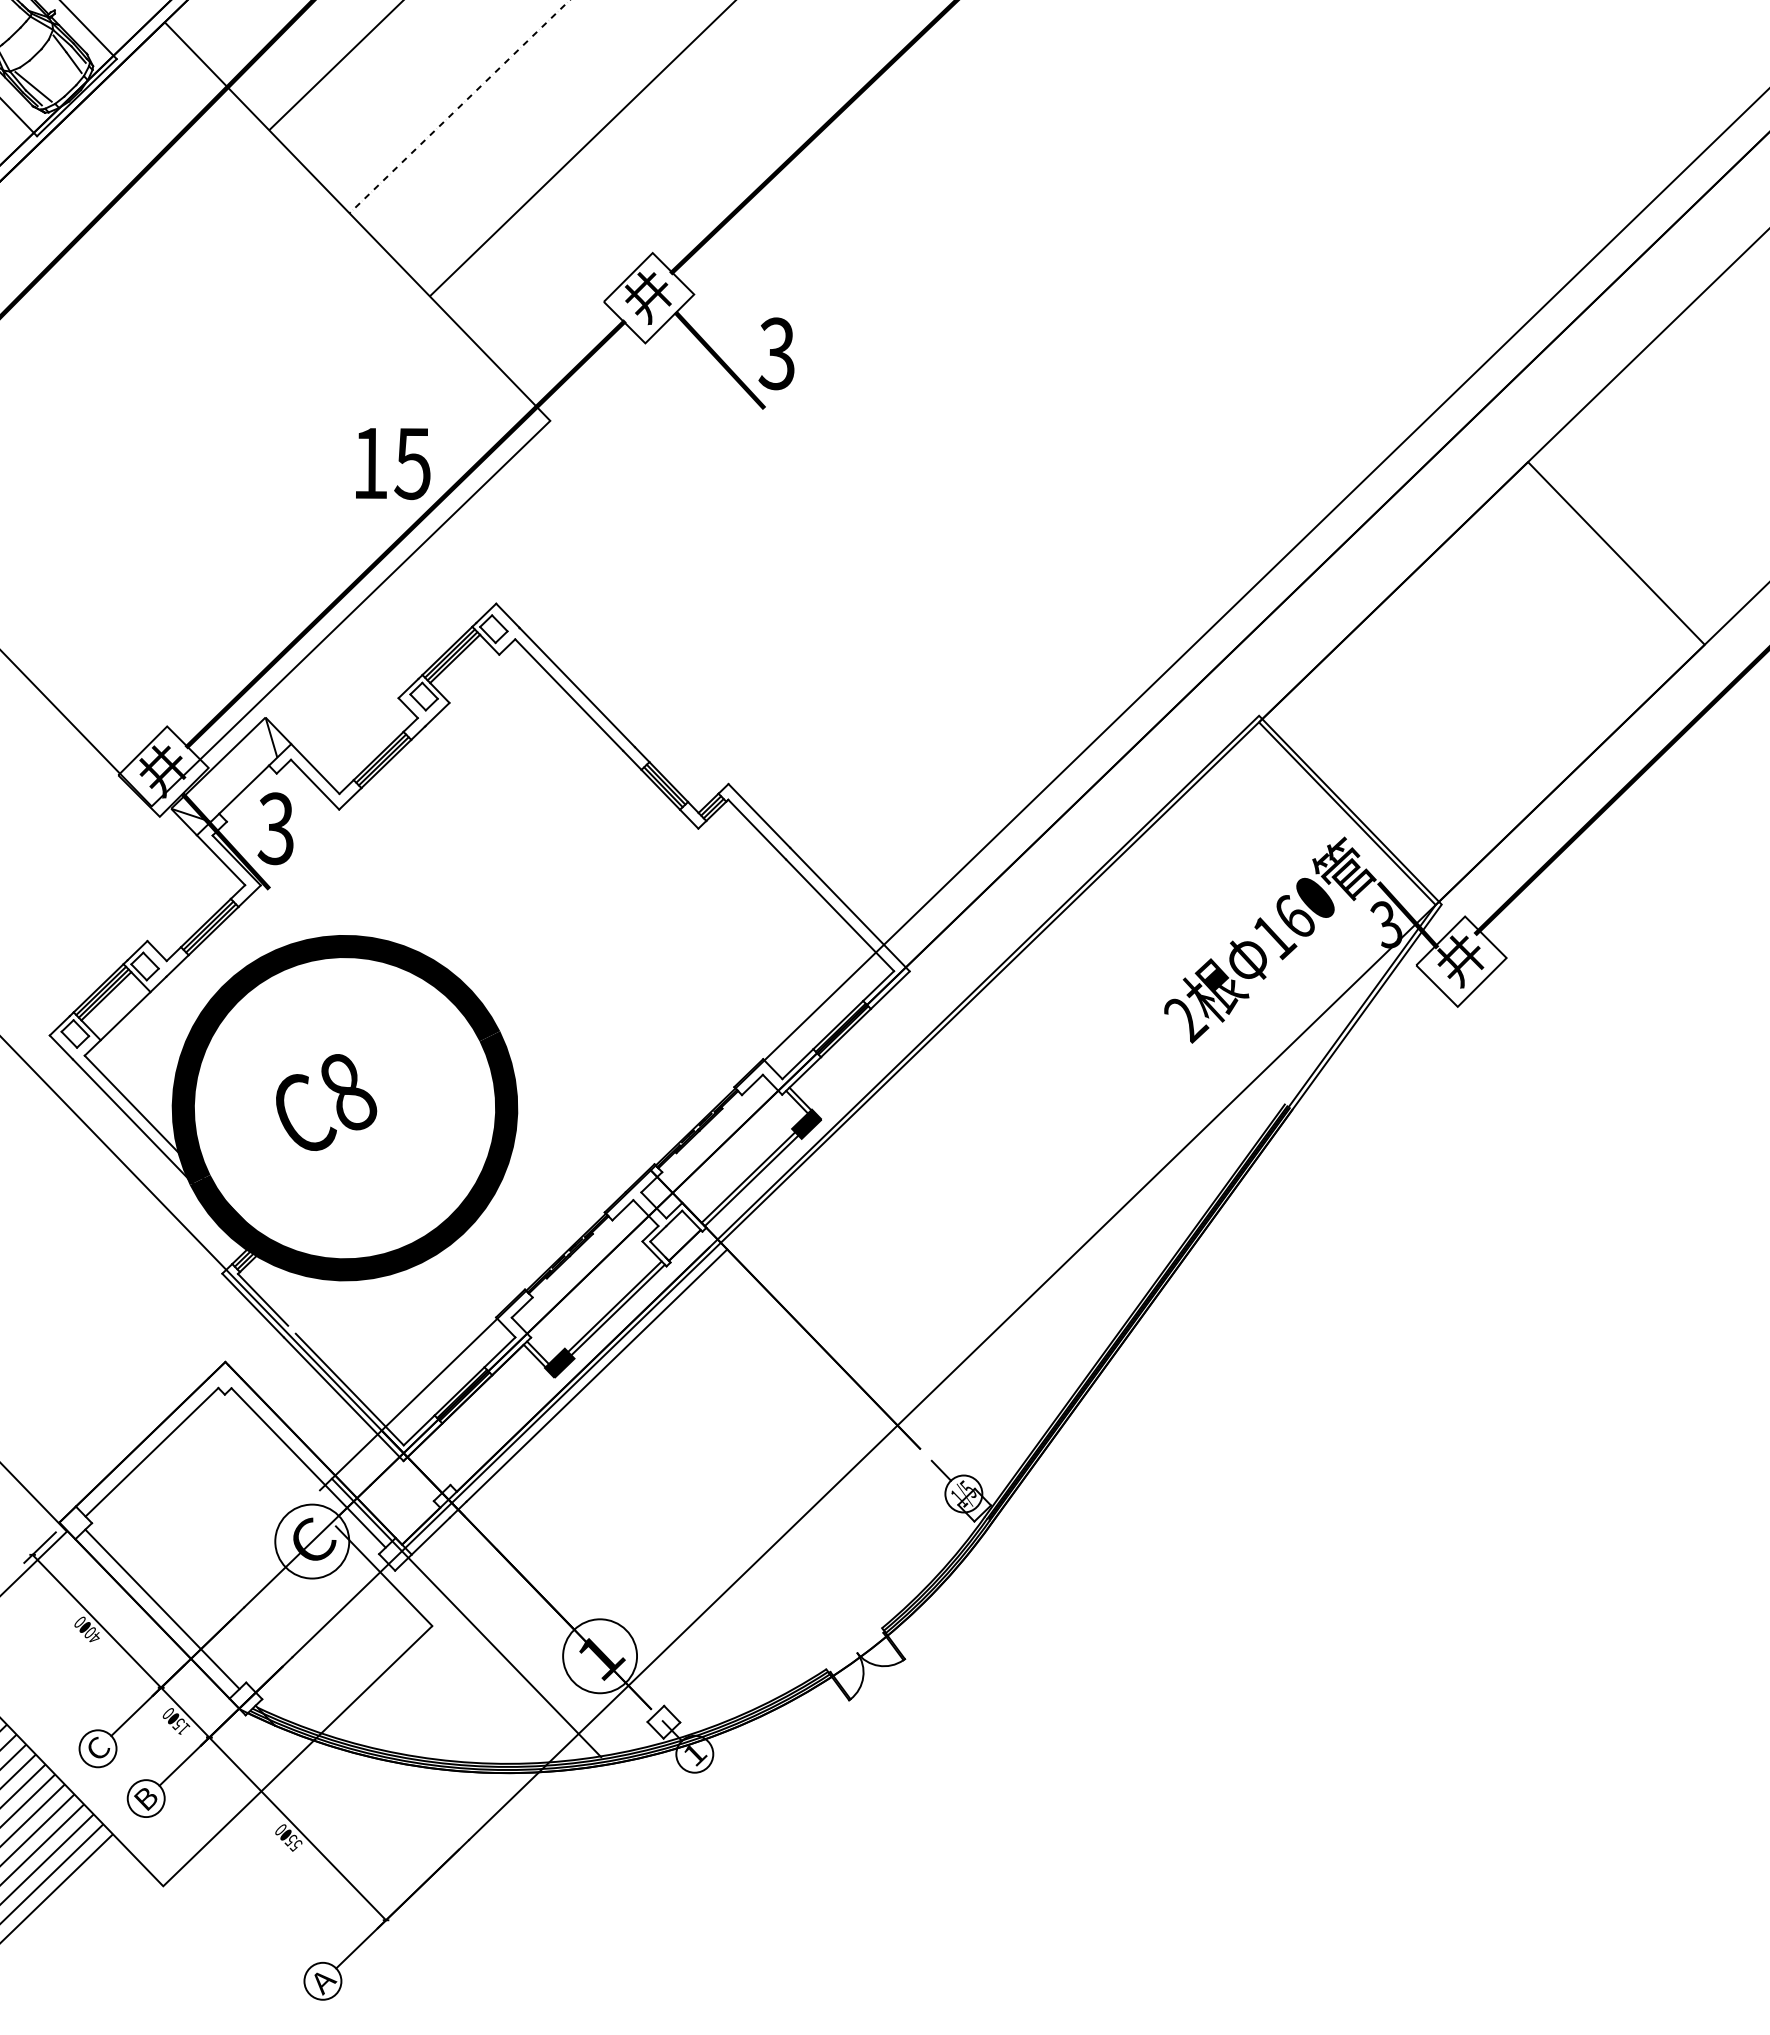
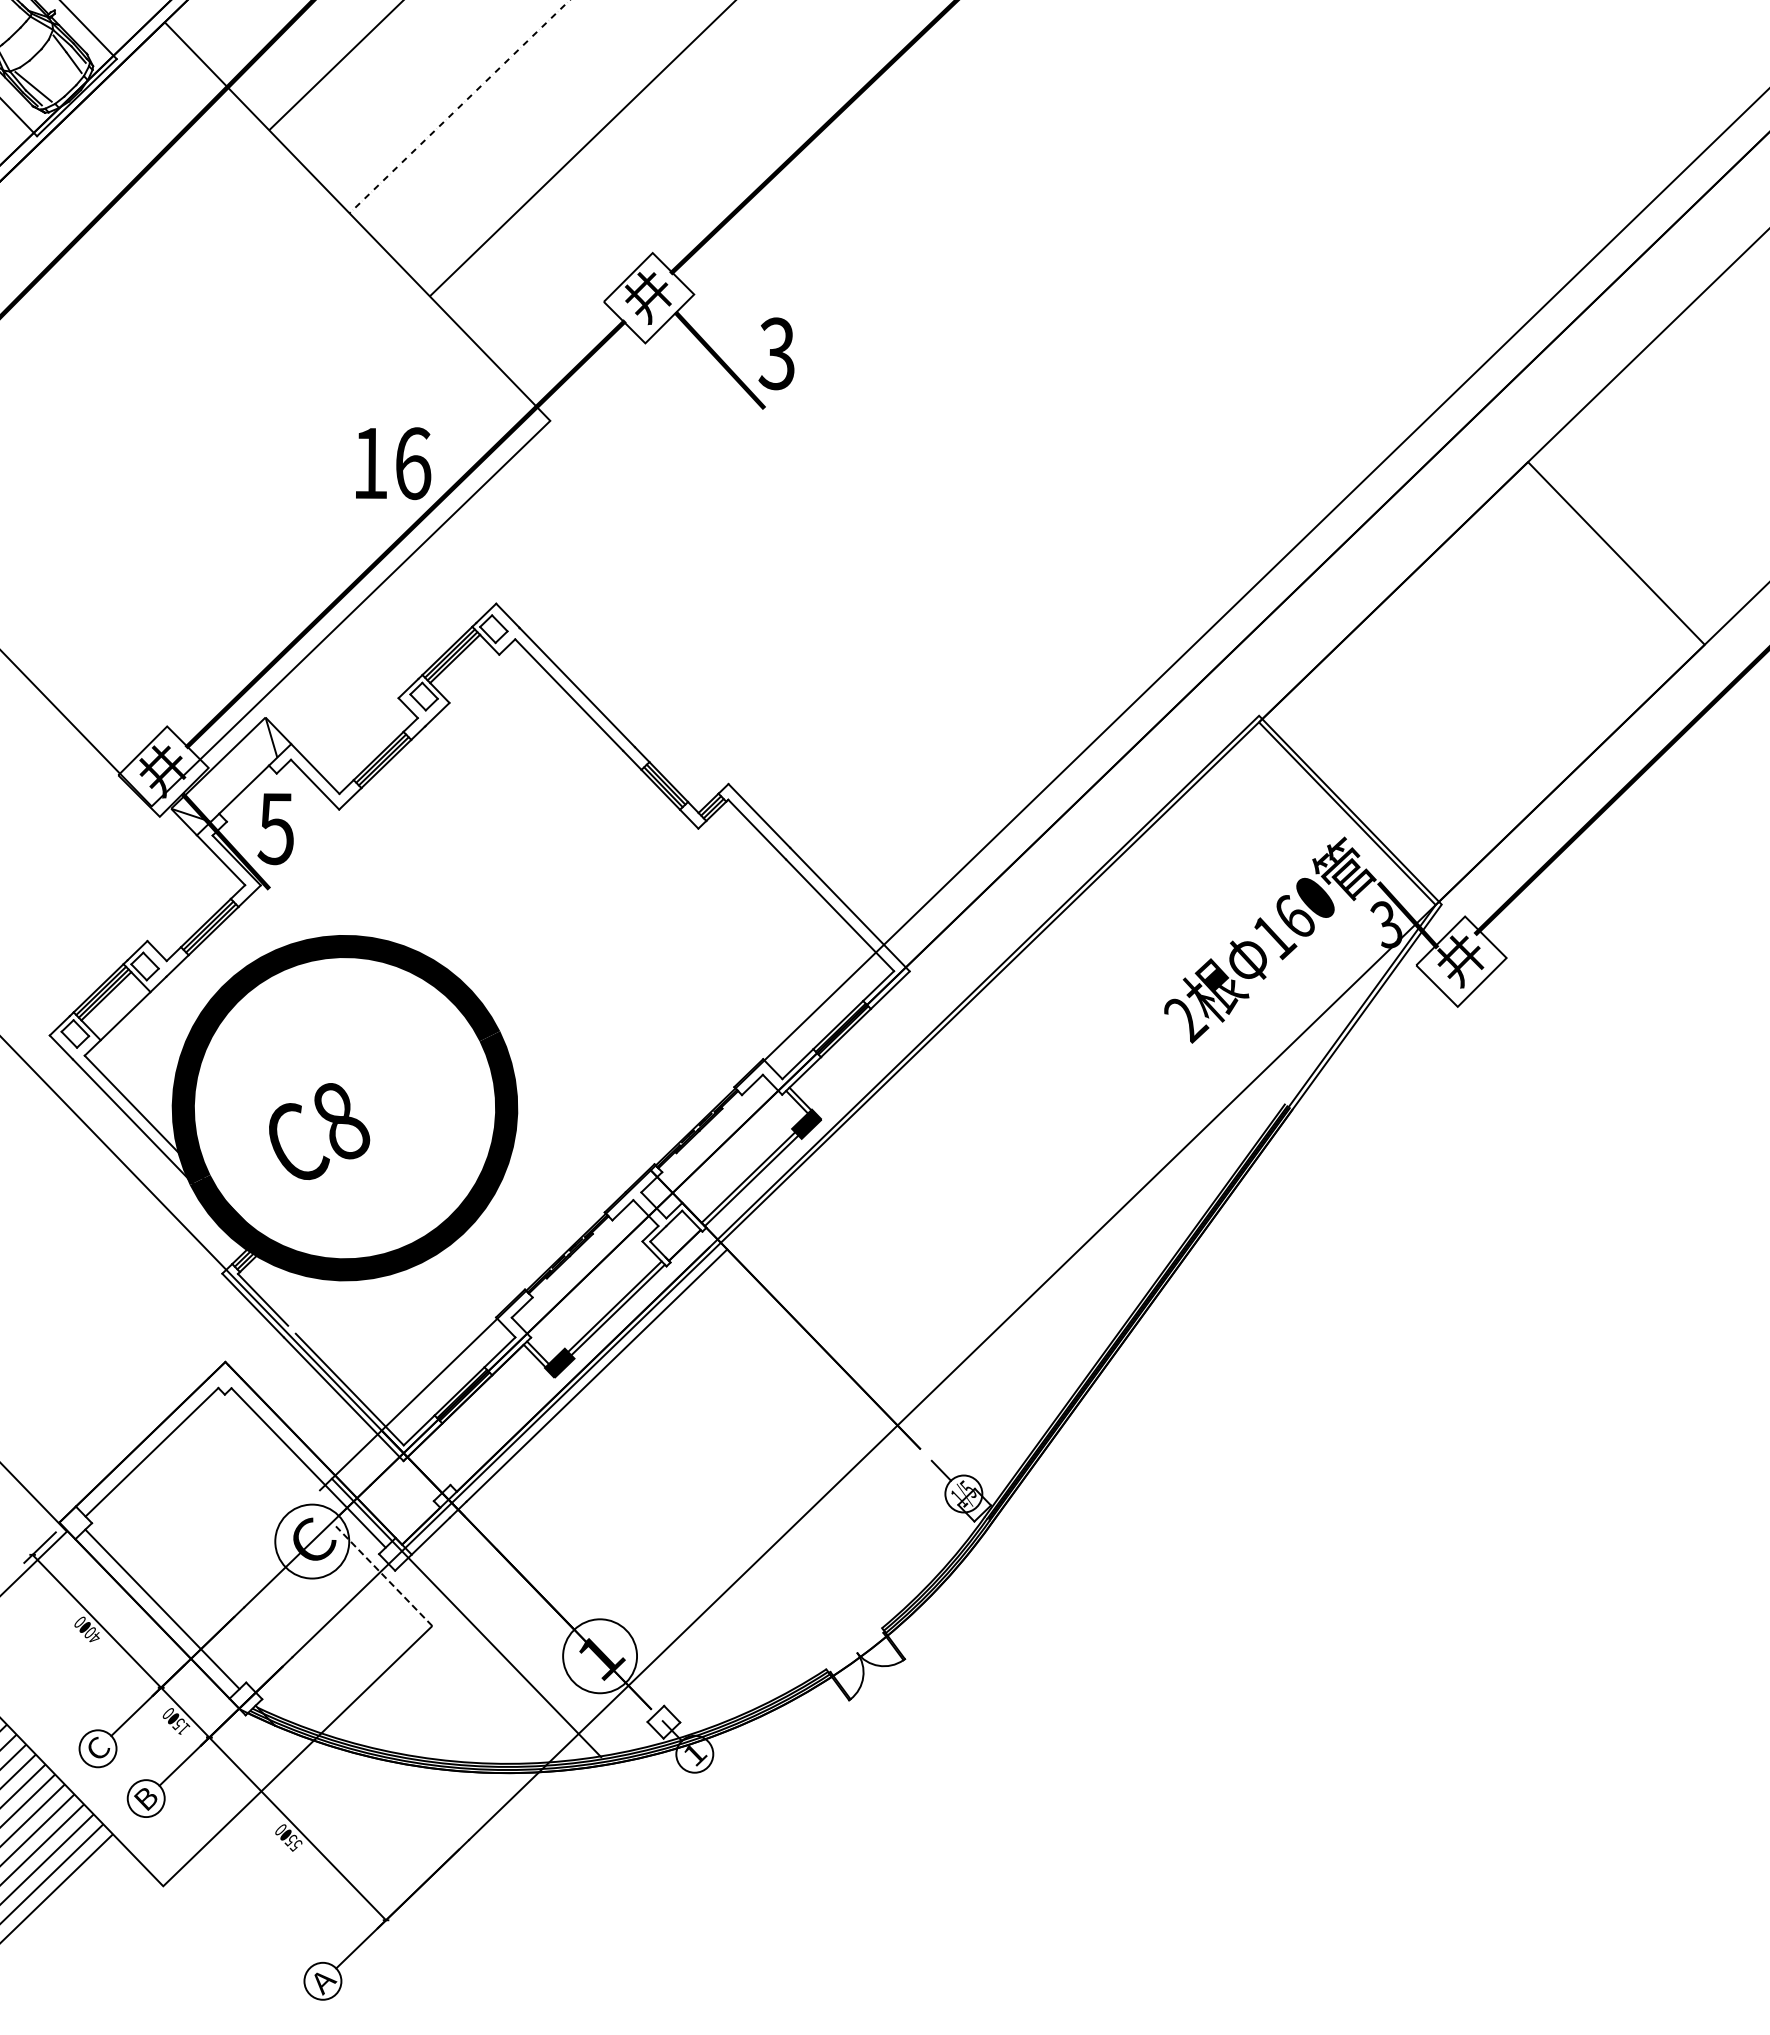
text at (412, 463): 15 -> 16
text at (275, 828): 3 -> 5
text at (326, 1102) position: (326, 1102) -> (319, 1131)
line at (383, 1575): solid -> dashed
